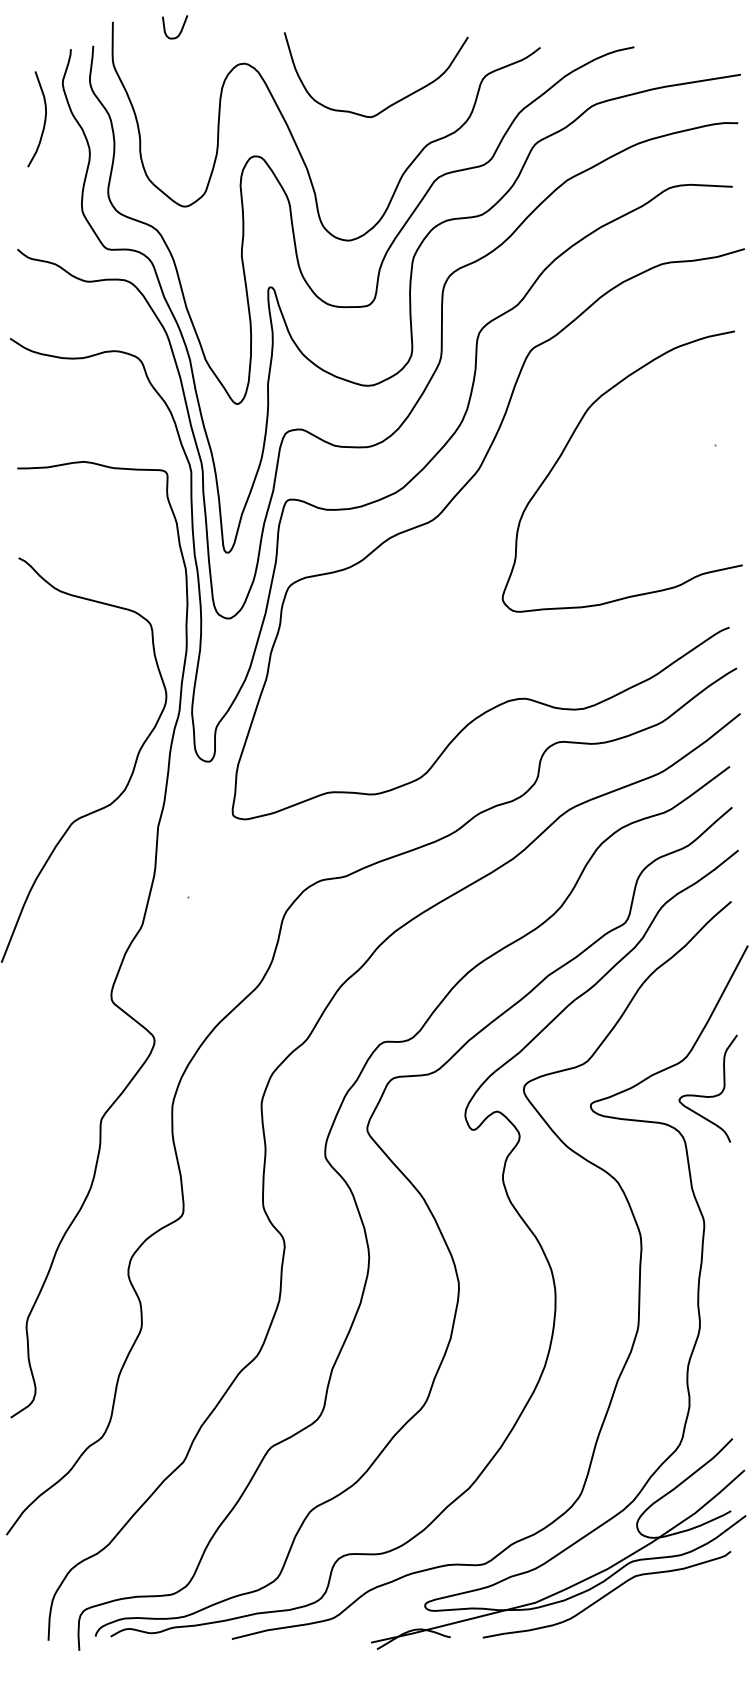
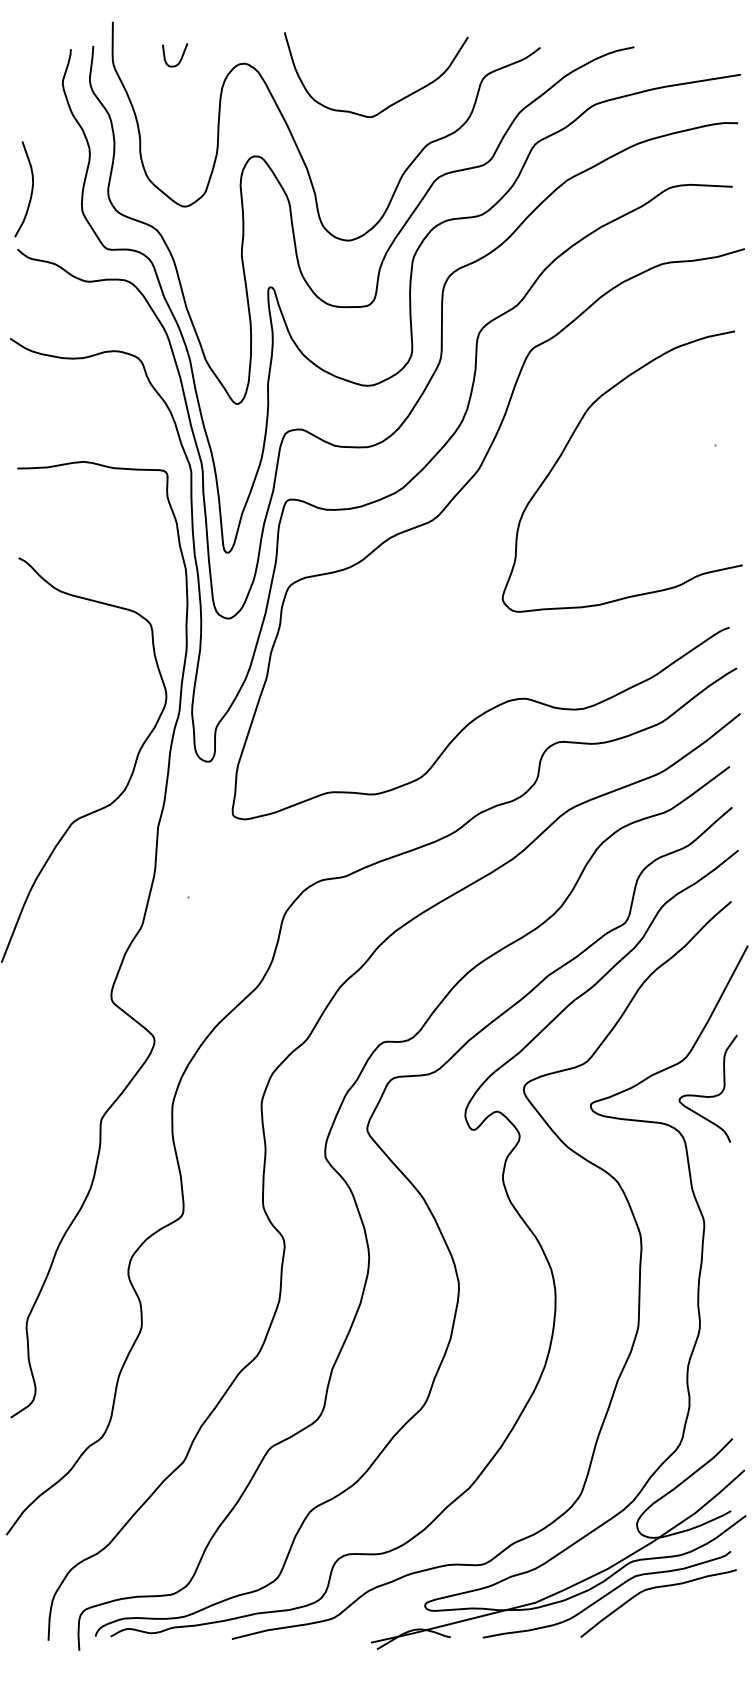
curve at (180, 30) position: (180, 30) -> (180, 58)
curve at (44, 119) position: (44, 119) -> (31, 189)
curve at (656, 1588): none -> present
